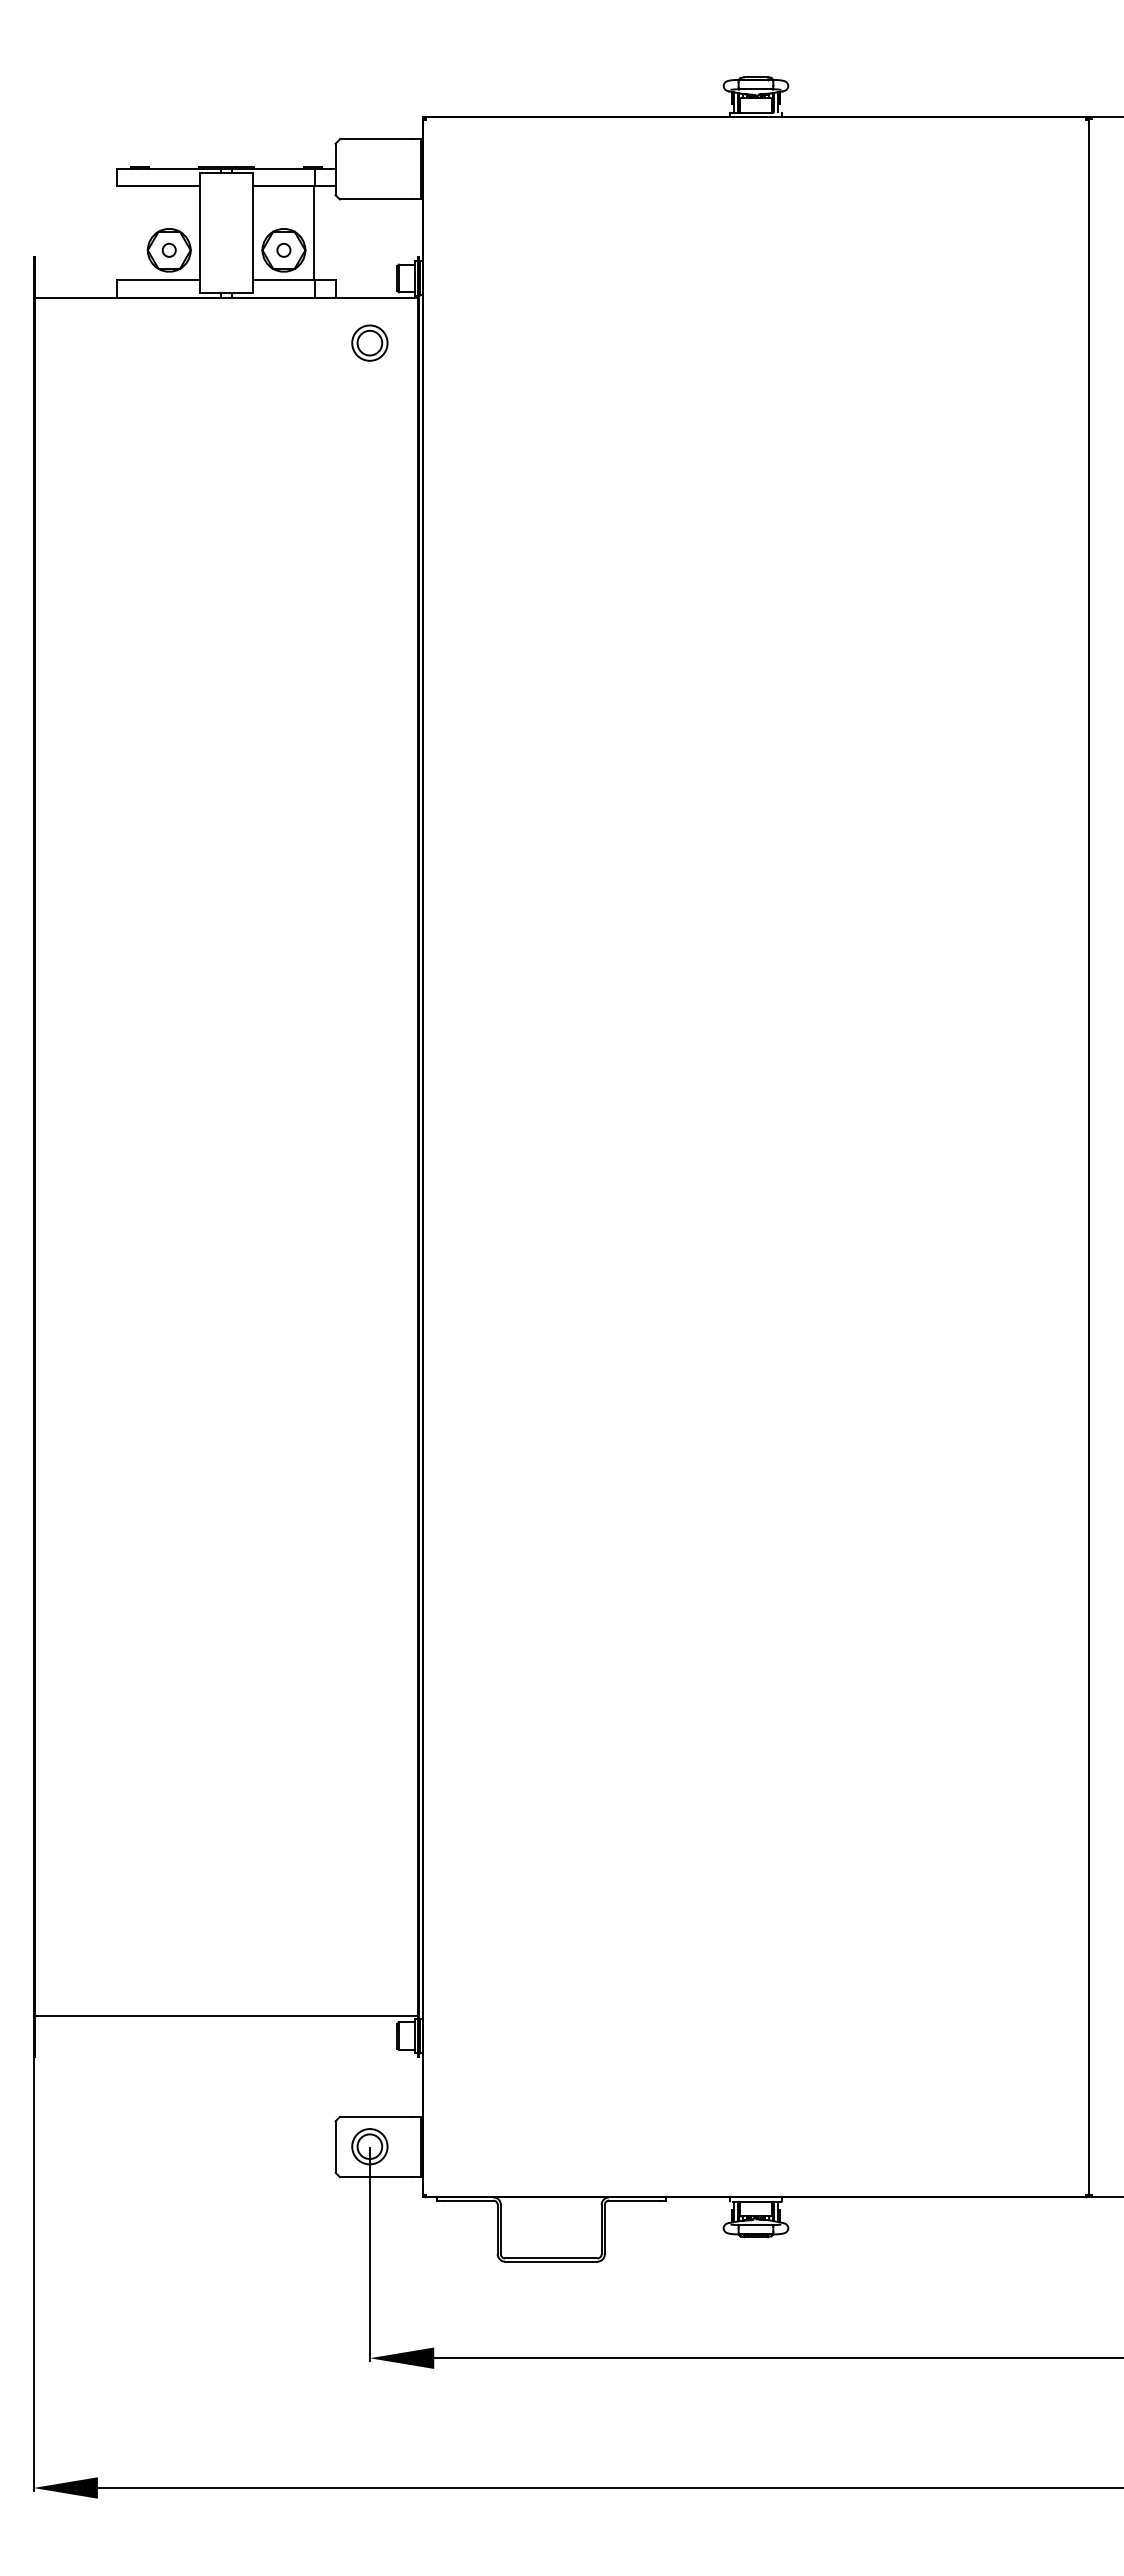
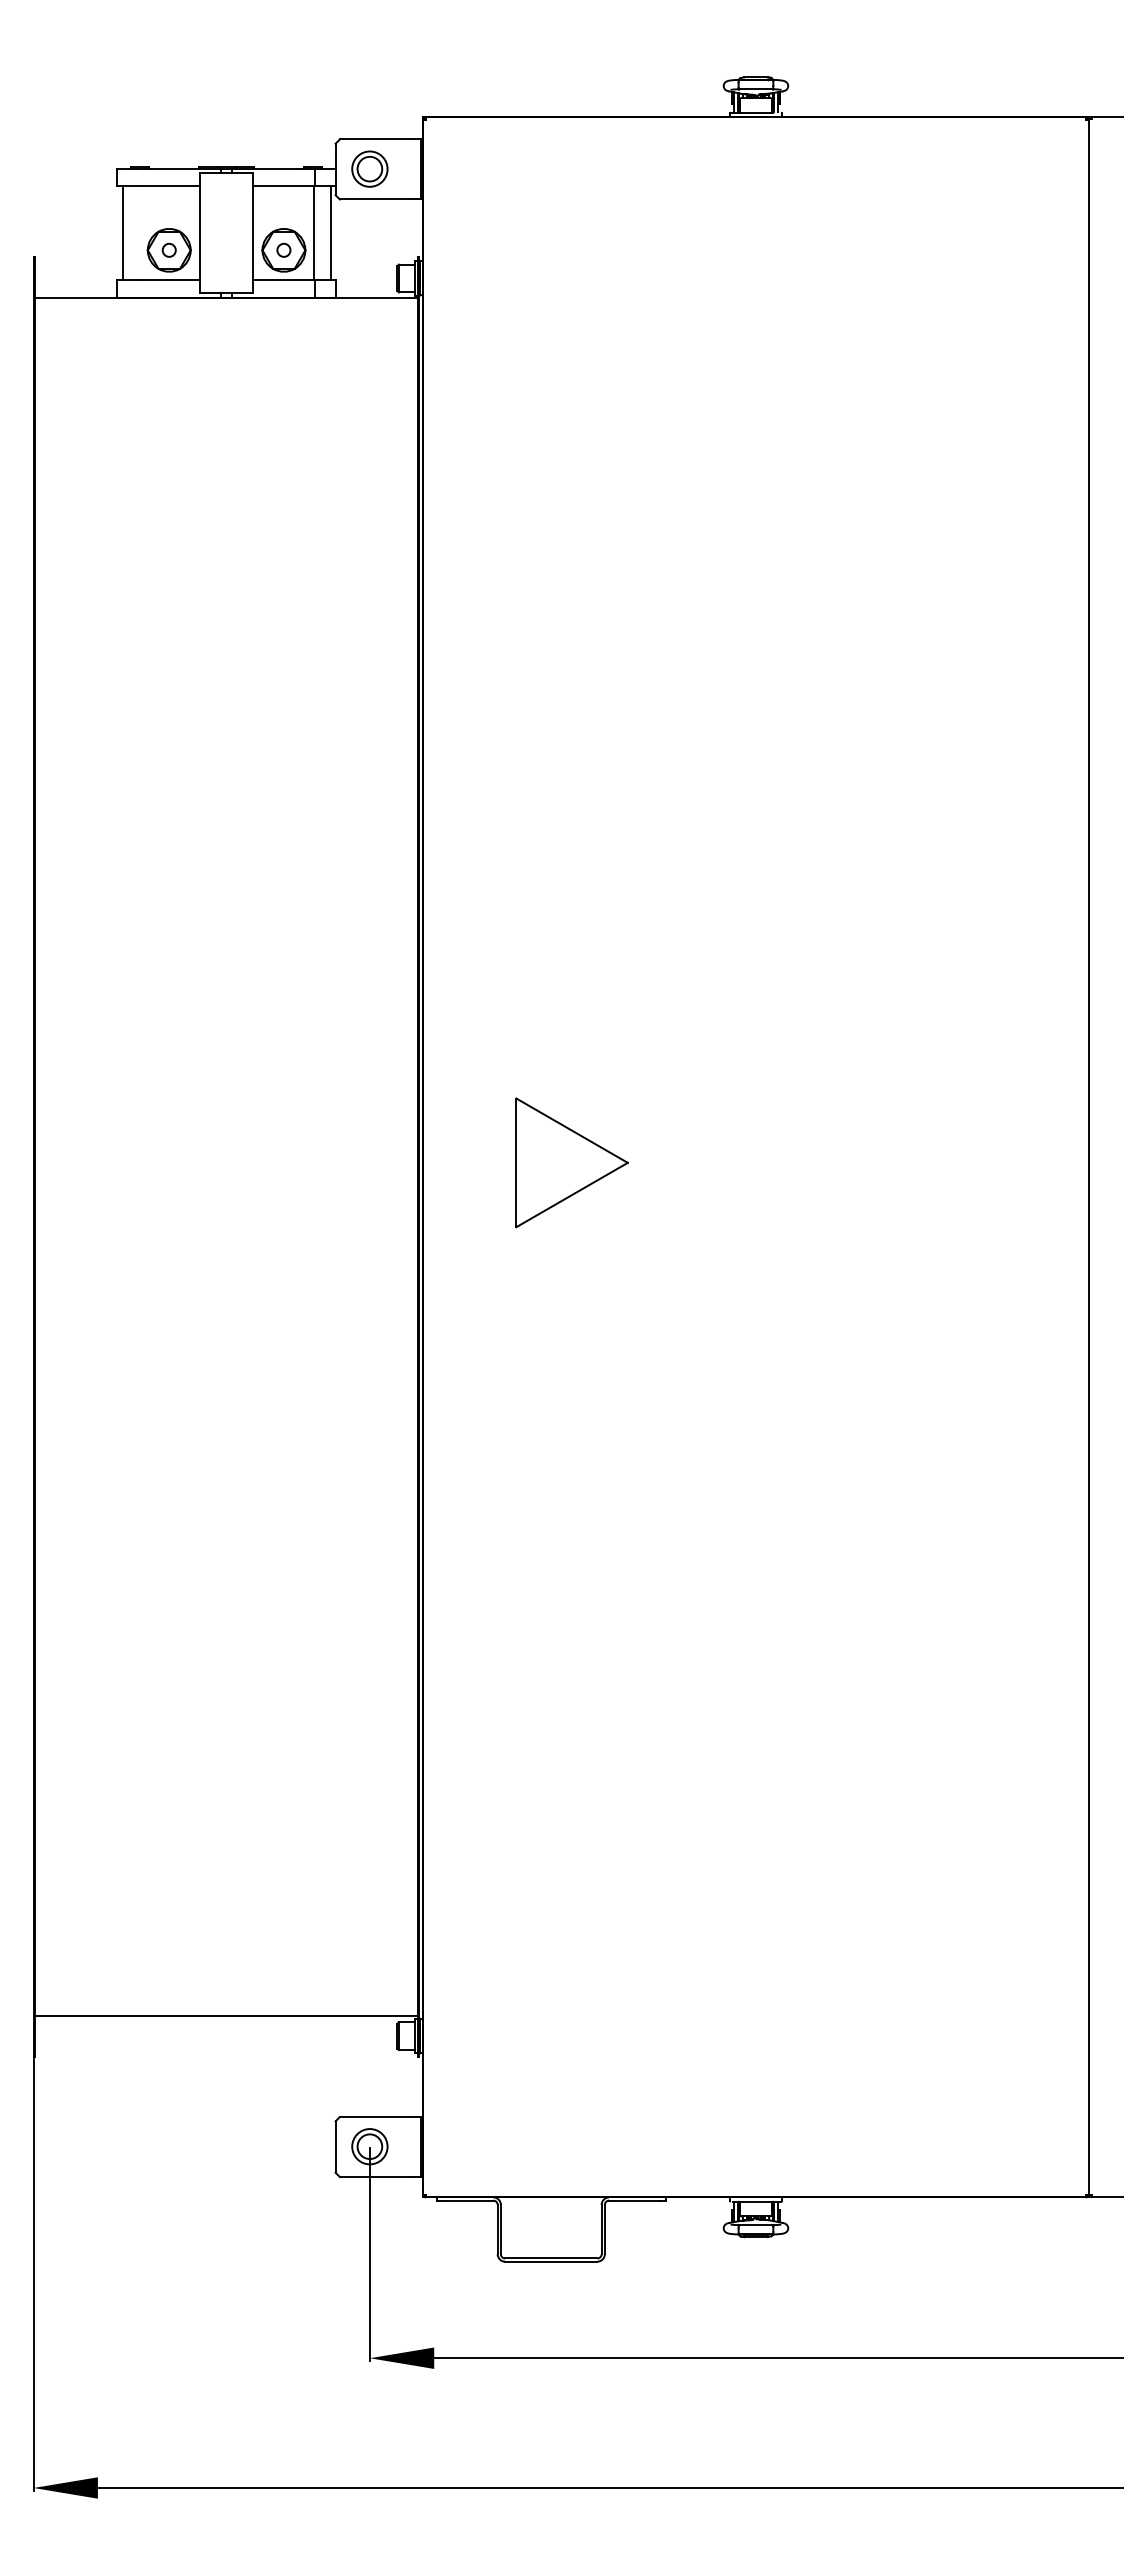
line at (122, 233): none -> present
line at (330, 233): none -> present
part at (369, 342) position: (369, 342) -> (369, 168)
part at (571, 1162): none -> present
